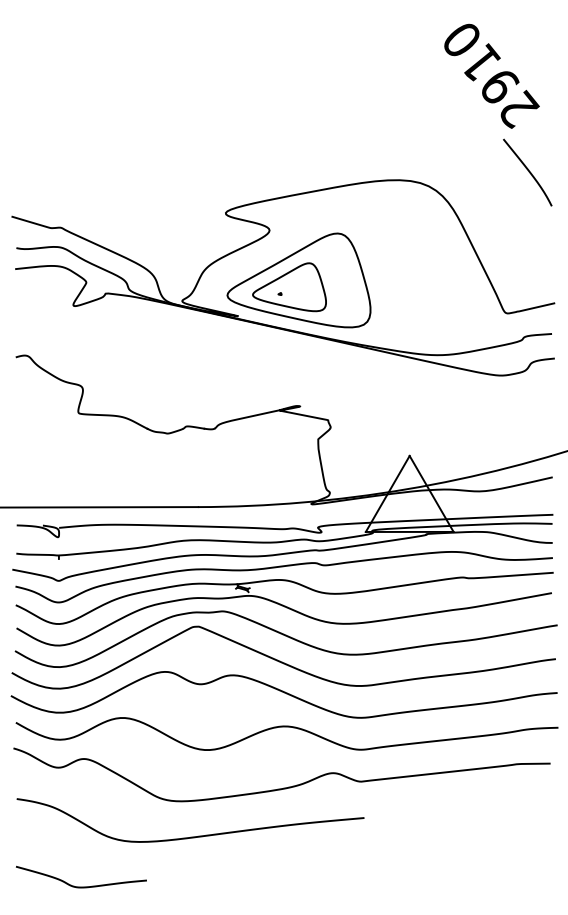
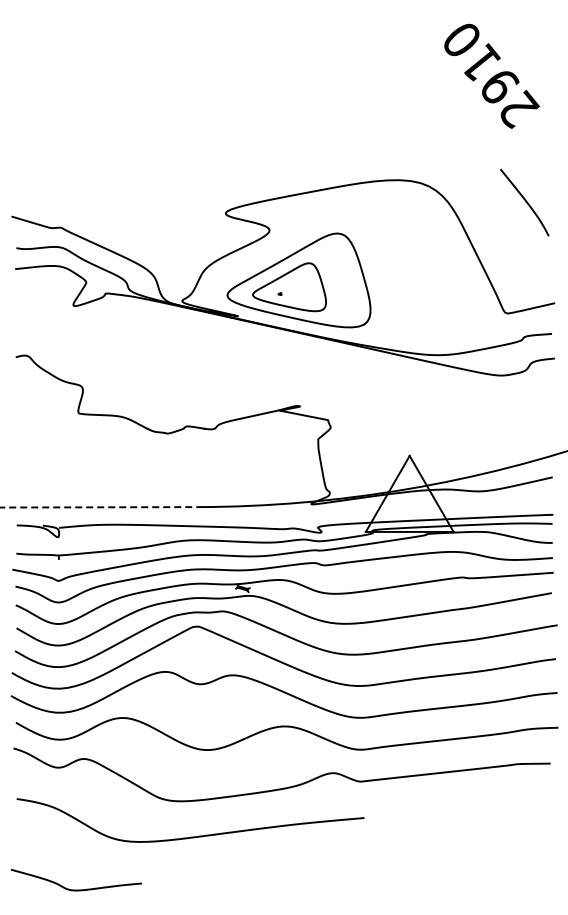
curve at (528, 172) position: (528, 172) -> (525, 202)
line at (98, 507): solid -> dashed
curve at (81, 886) position: (81, 886) -> (76, 889)
